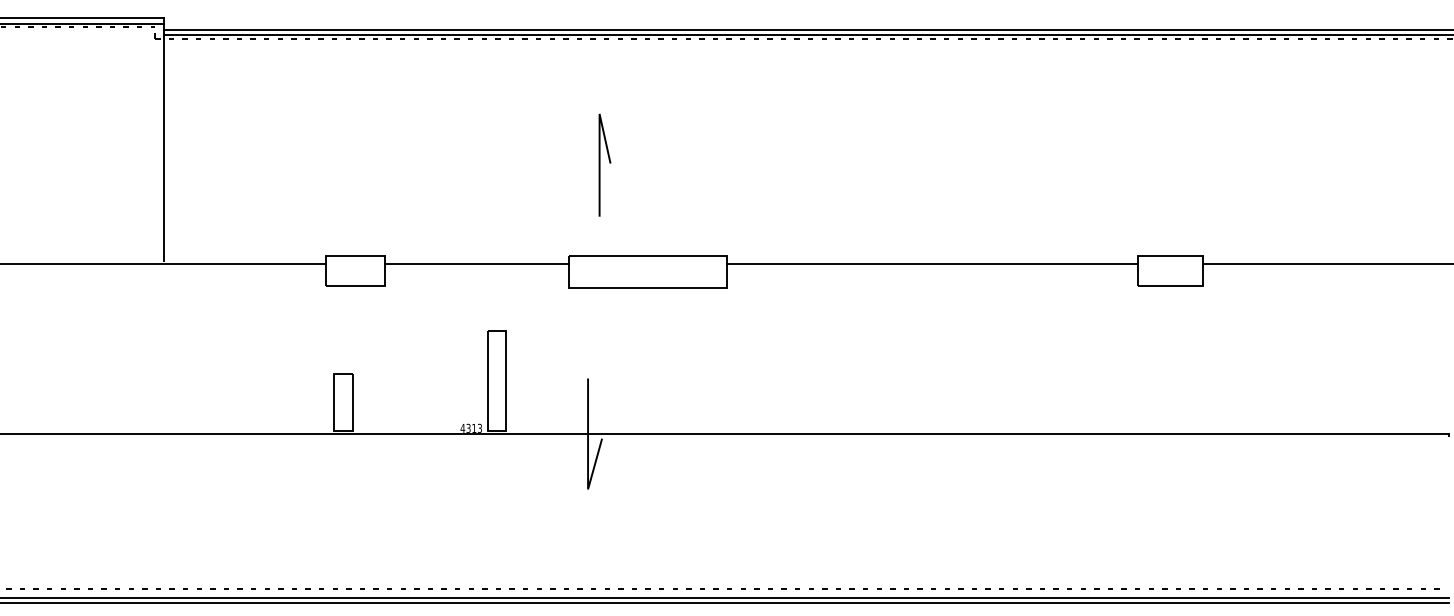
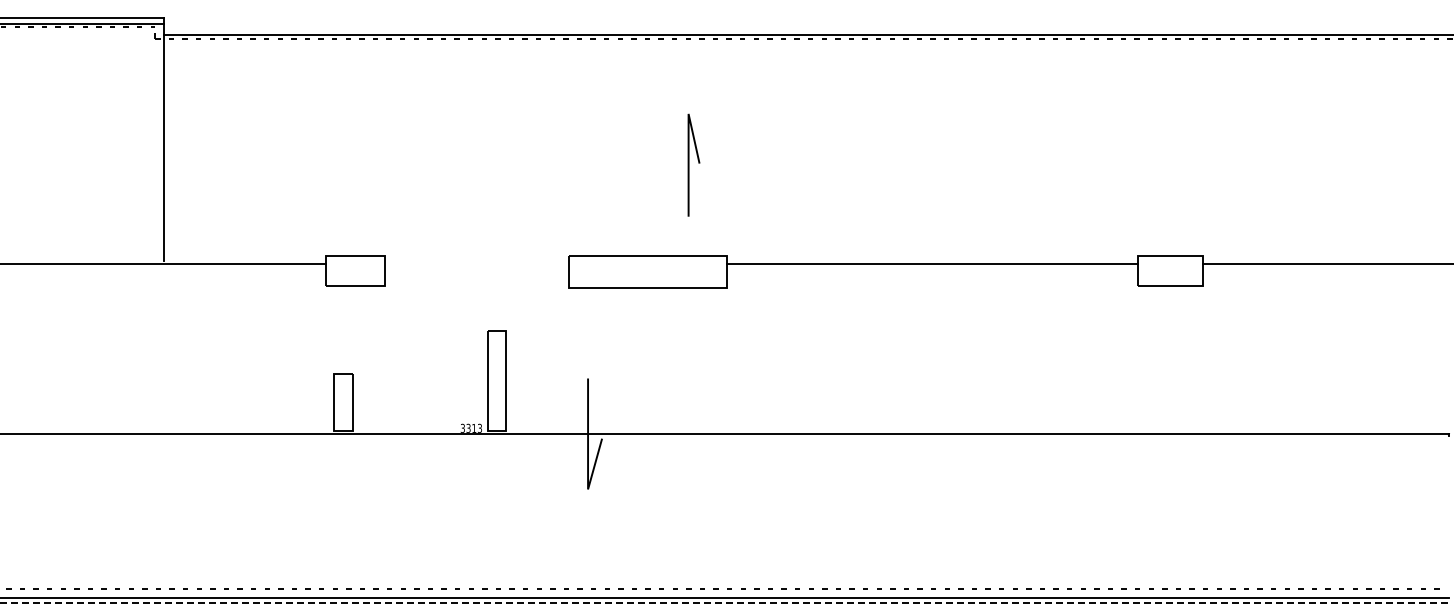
line at (807, 29): present -> none
line at (600, 164) position: (600, 164) -> (689, 164)
line at (476, 264): present -> none
text at (462, 427): 4313 -> 3313
line at (725, 603): solid -> dashed
